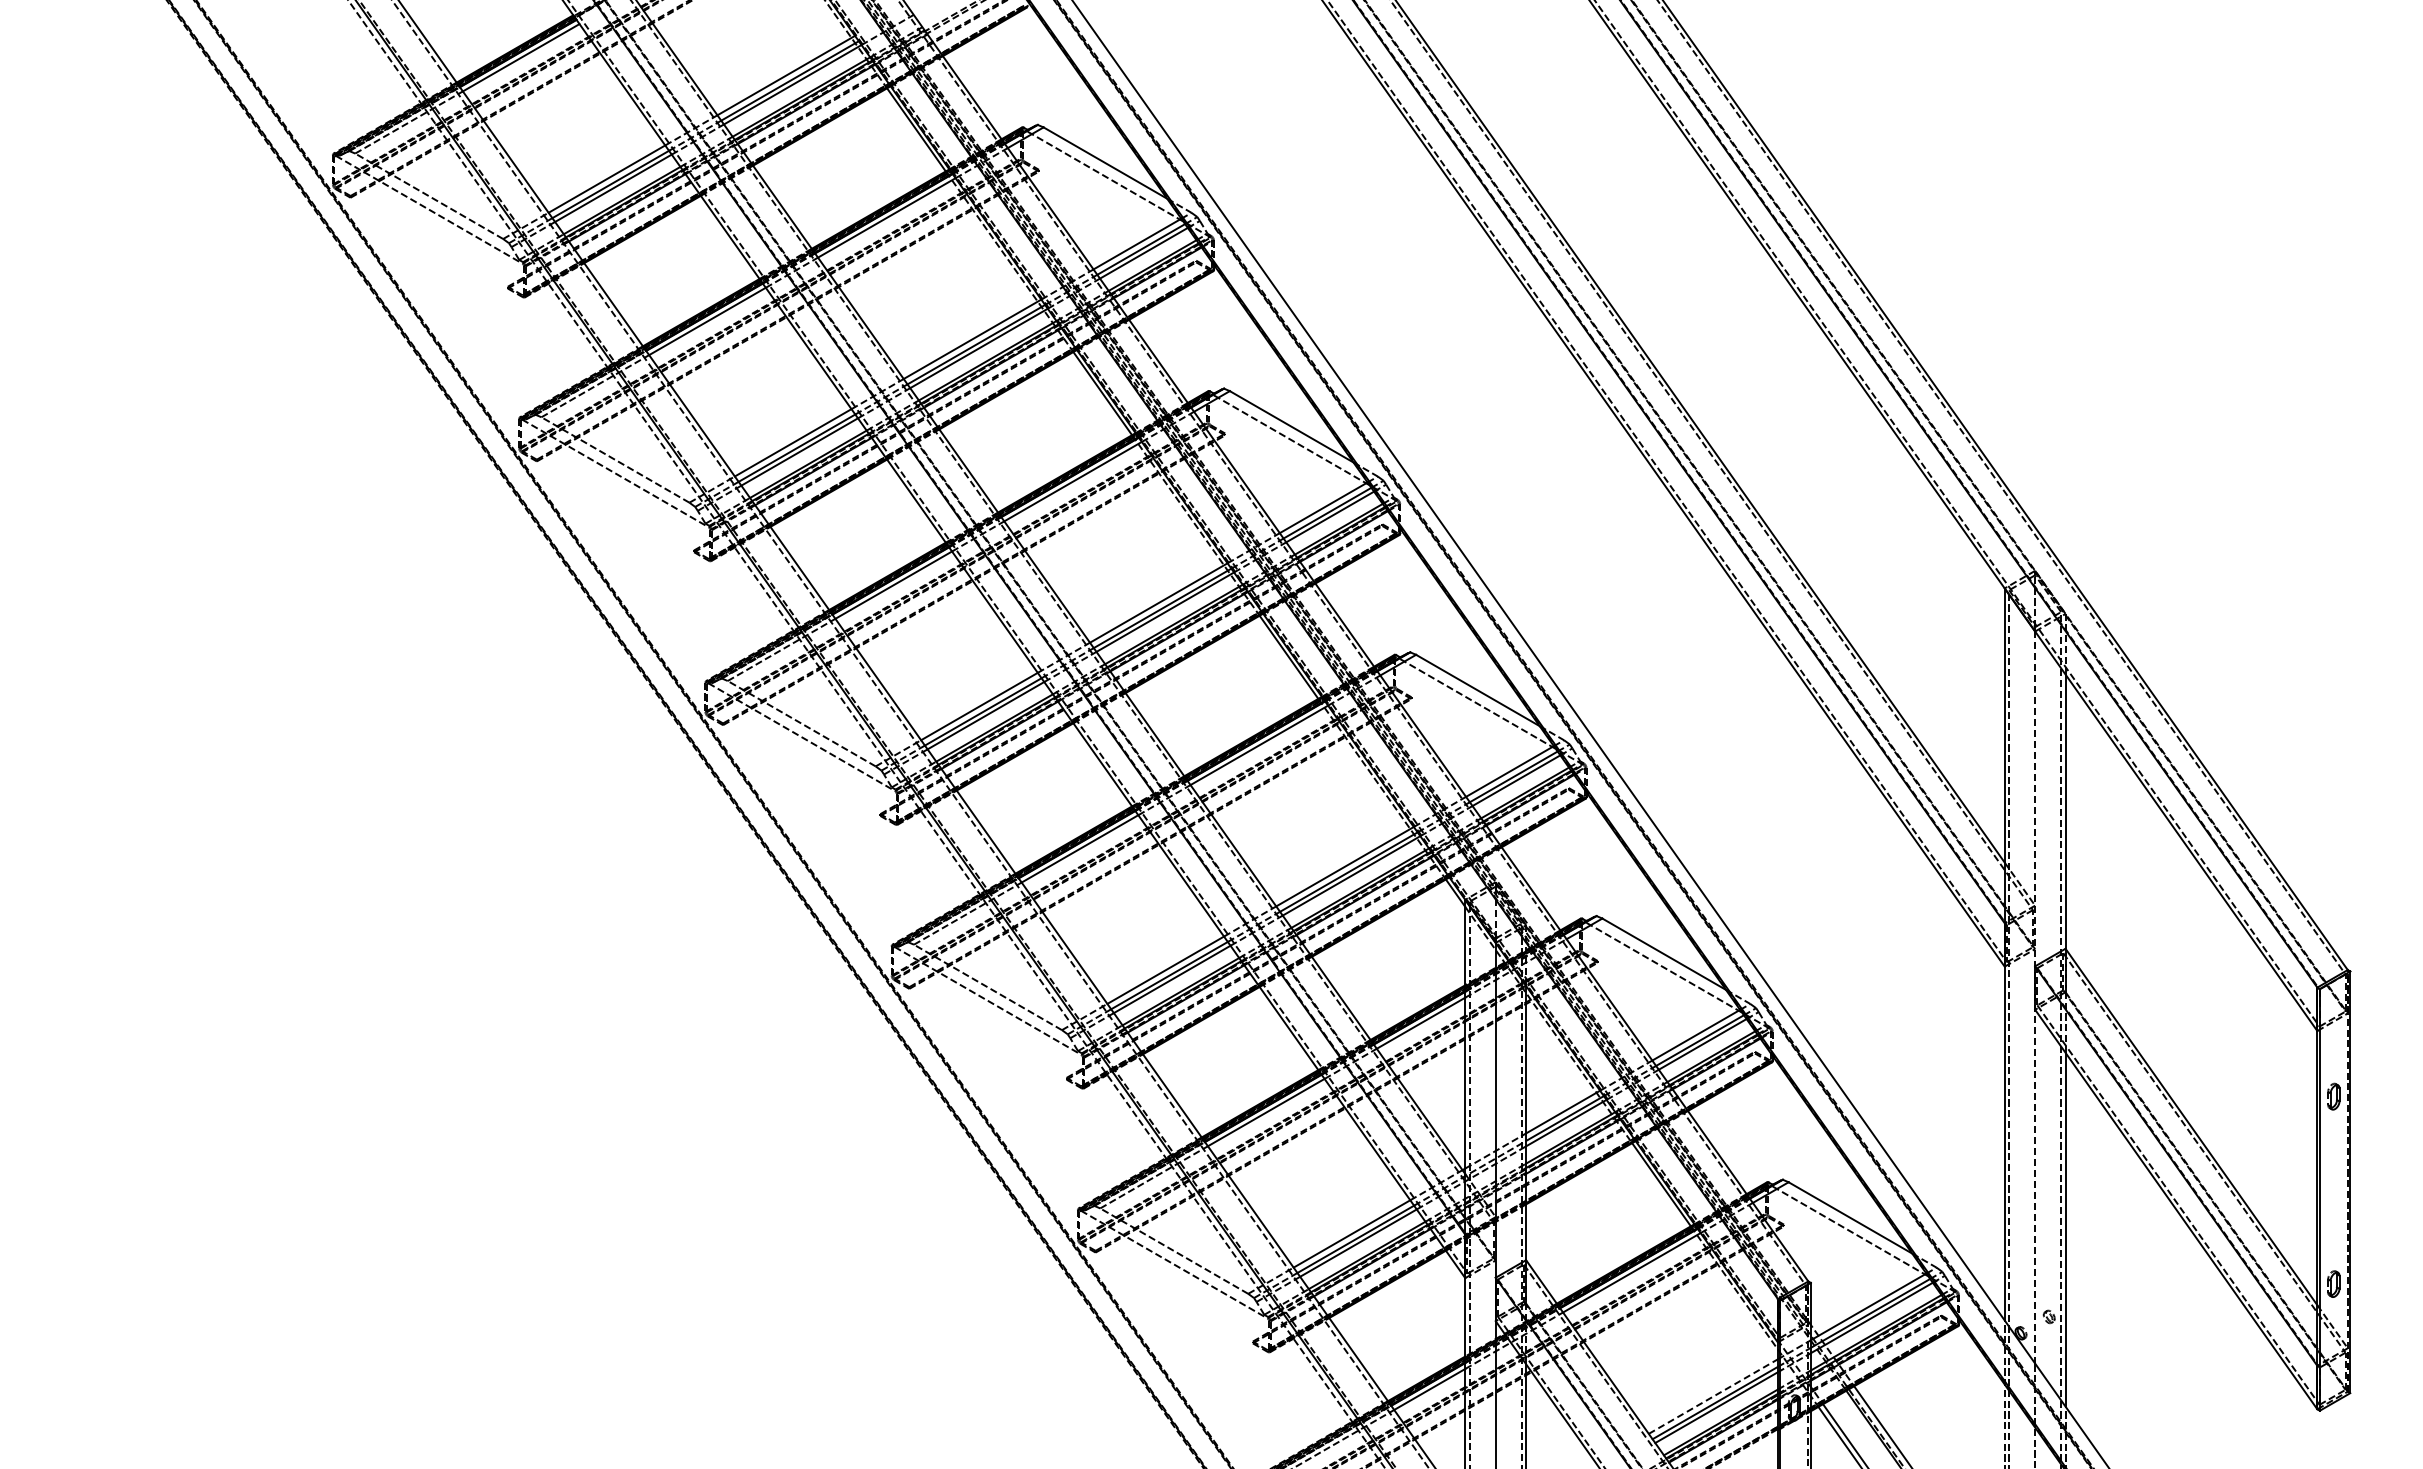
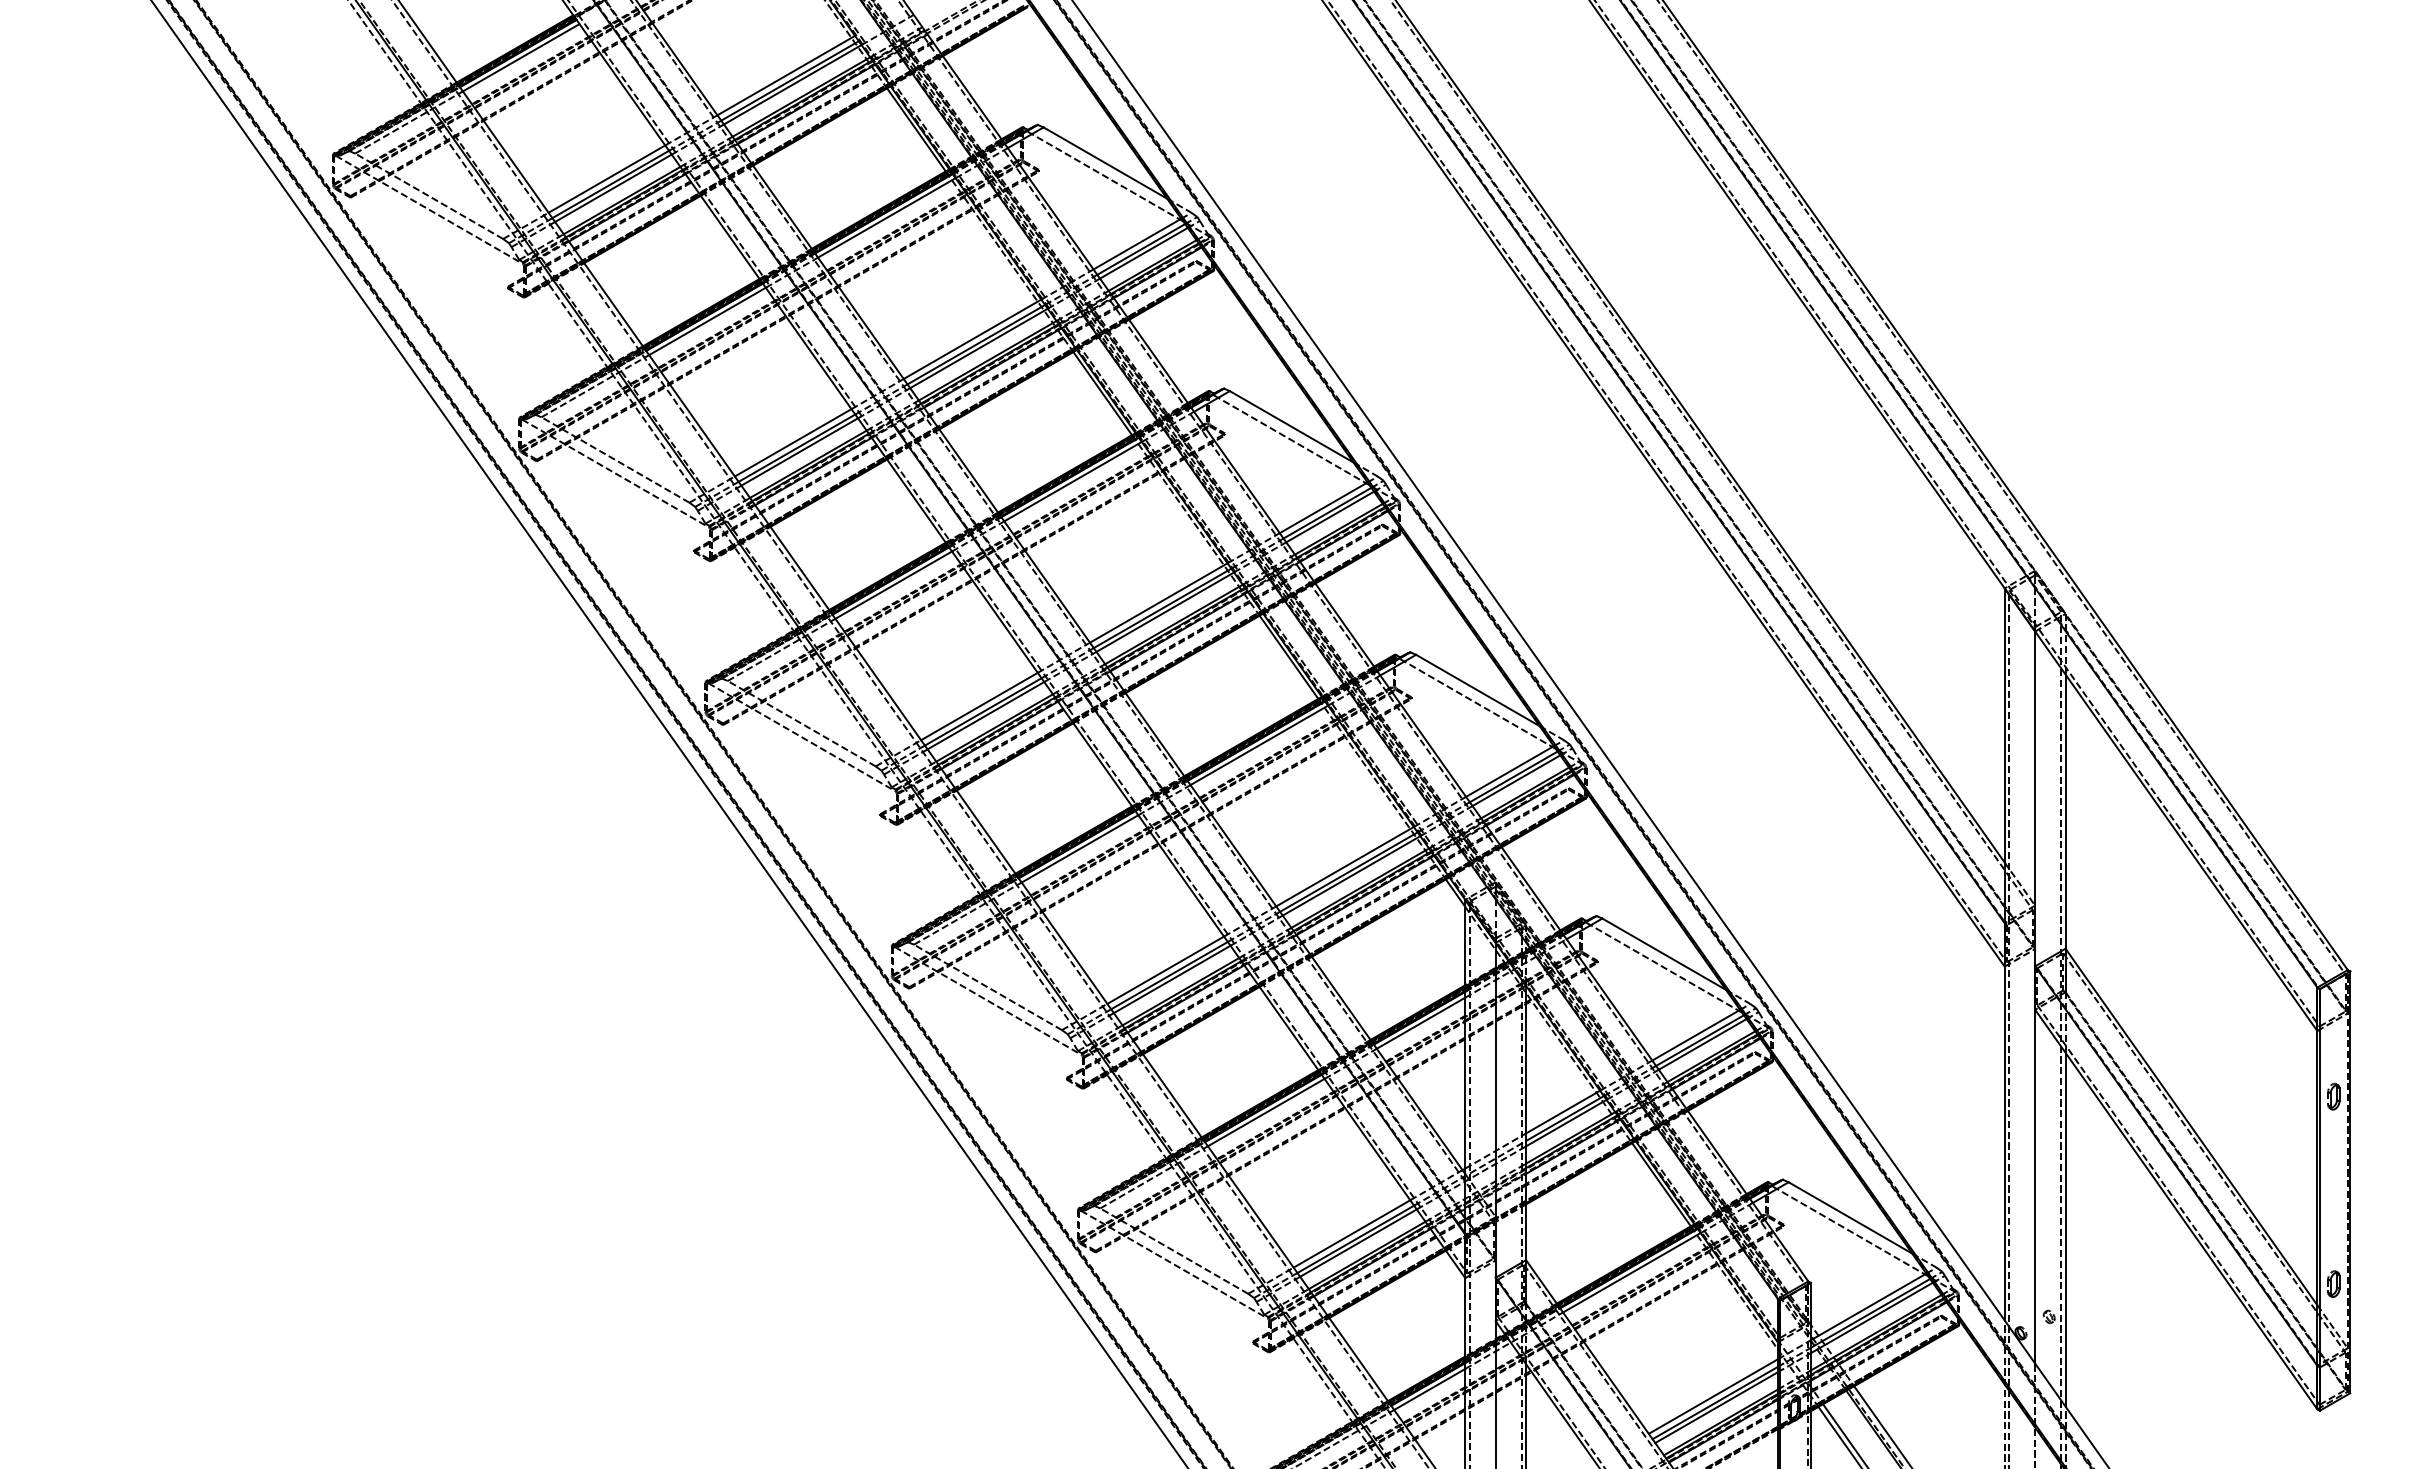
line at (668, 733): none -> present
line at (2035, 997): dashed -> solid
line at (1713, 1396): dashed -> solid
